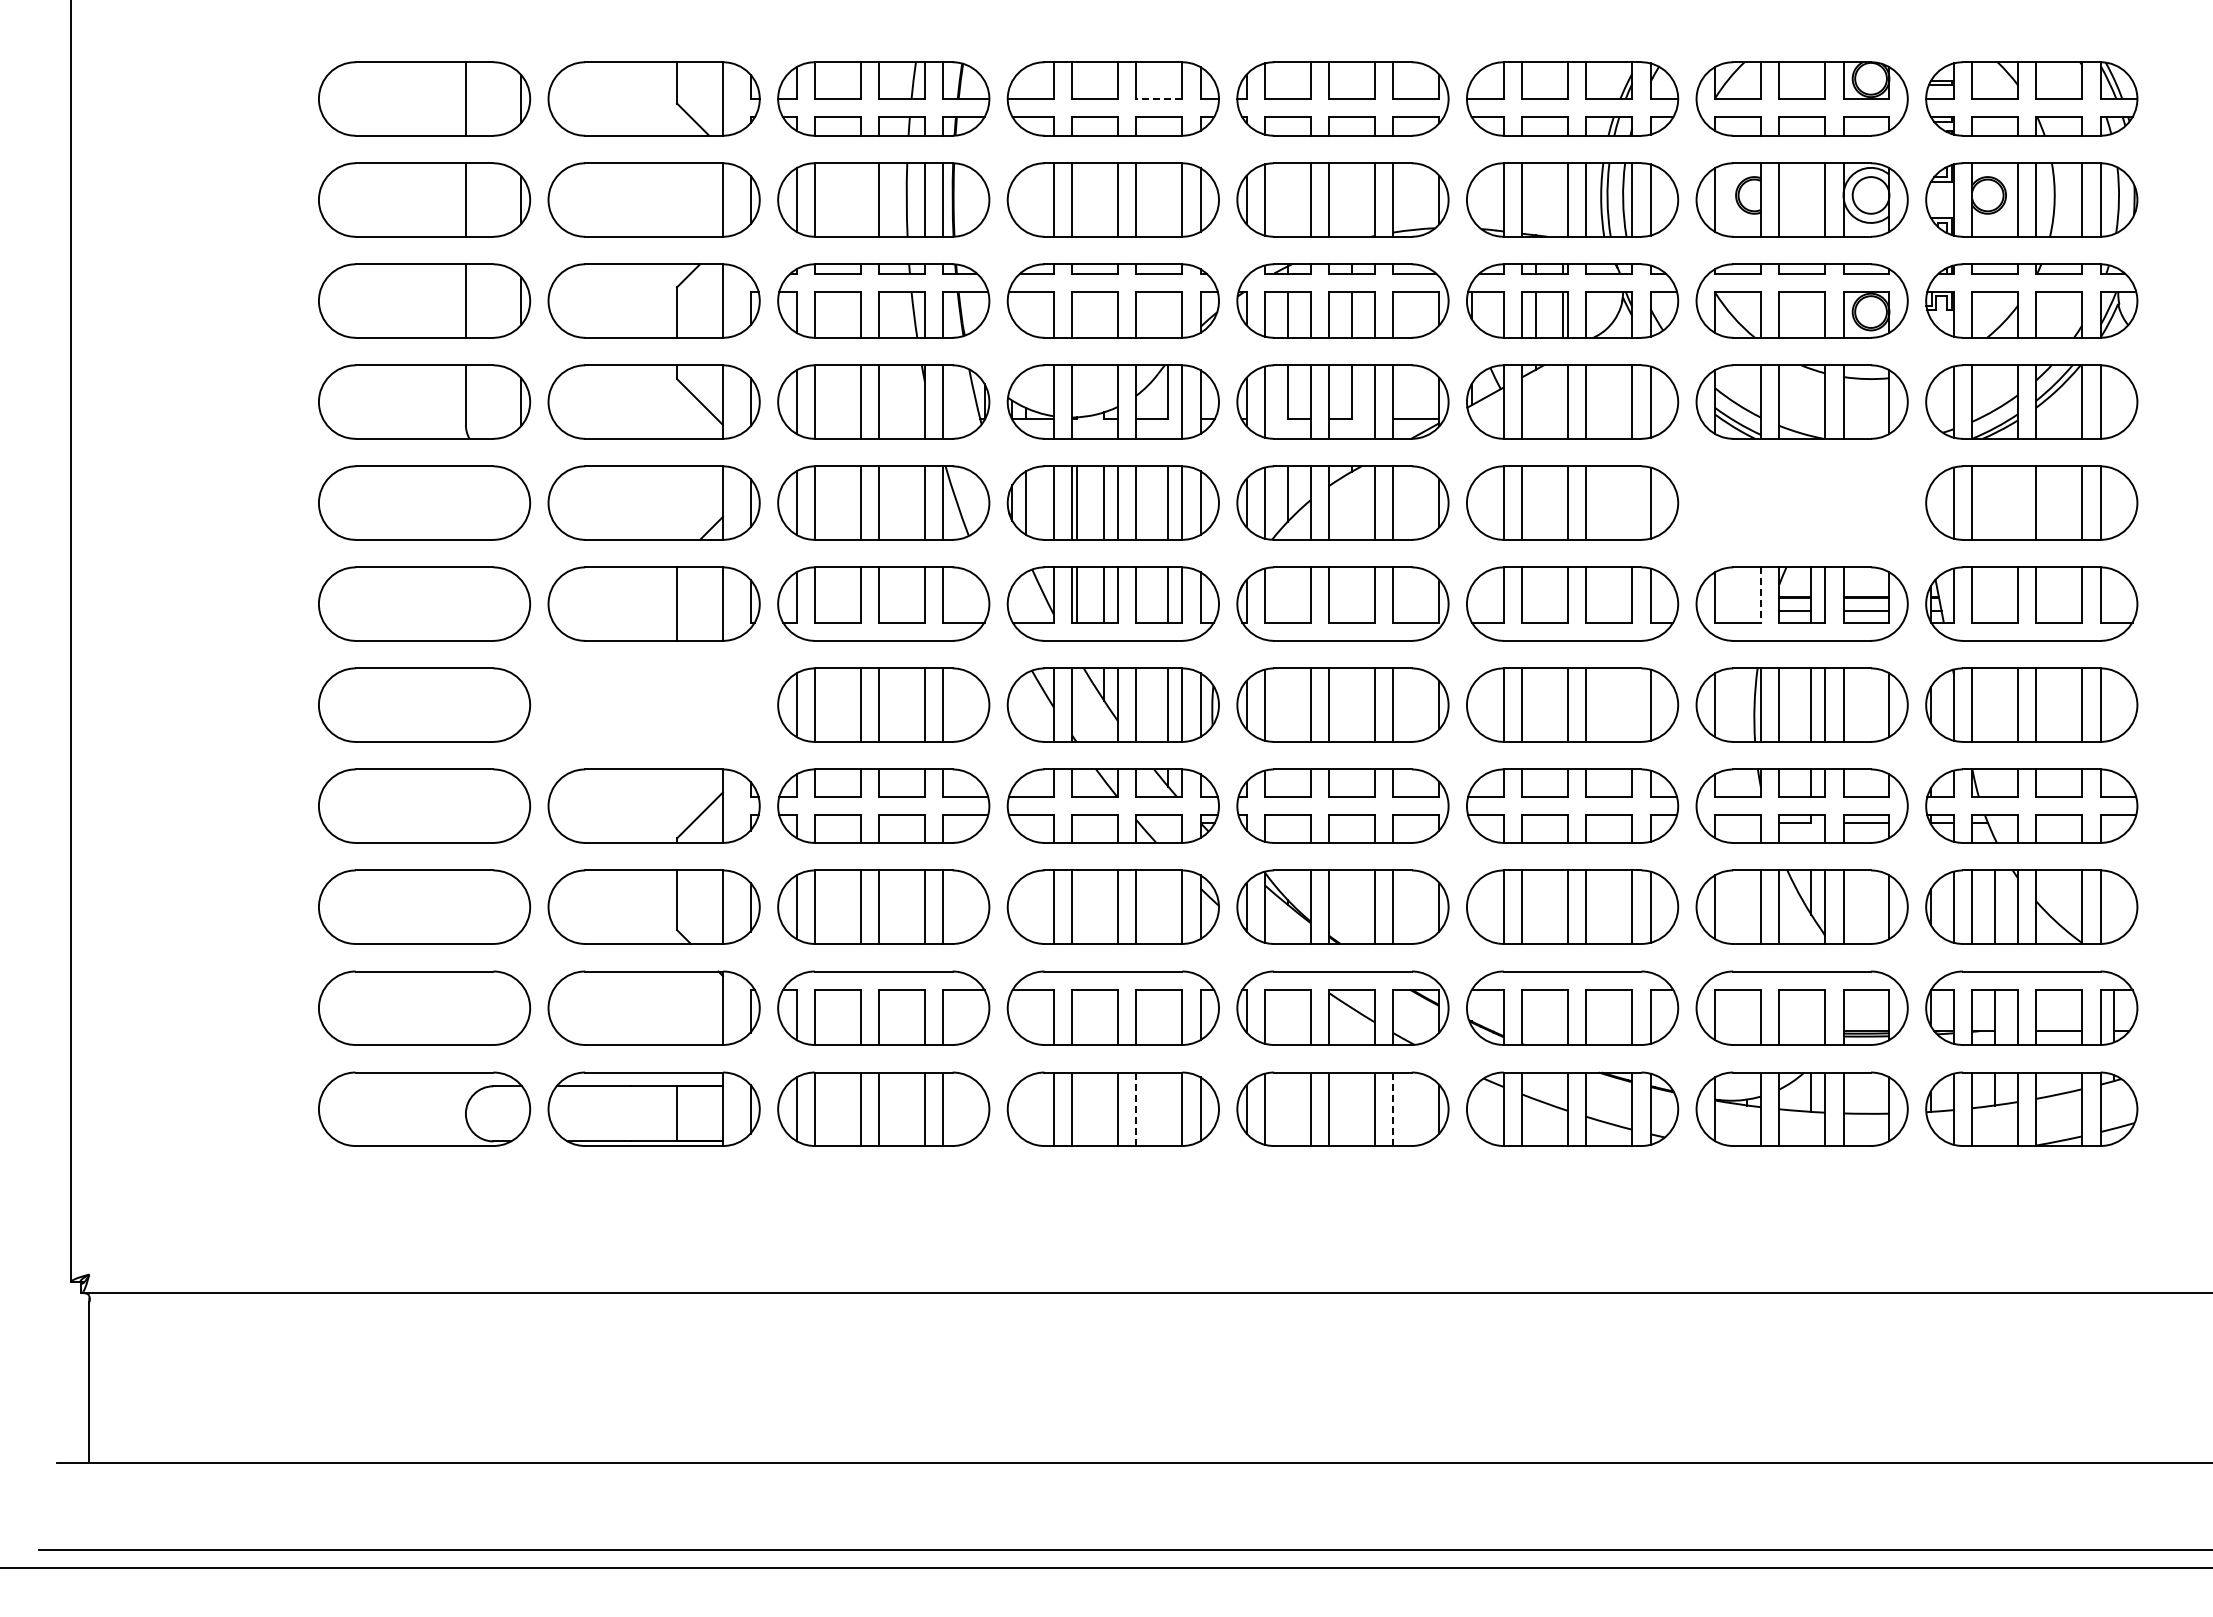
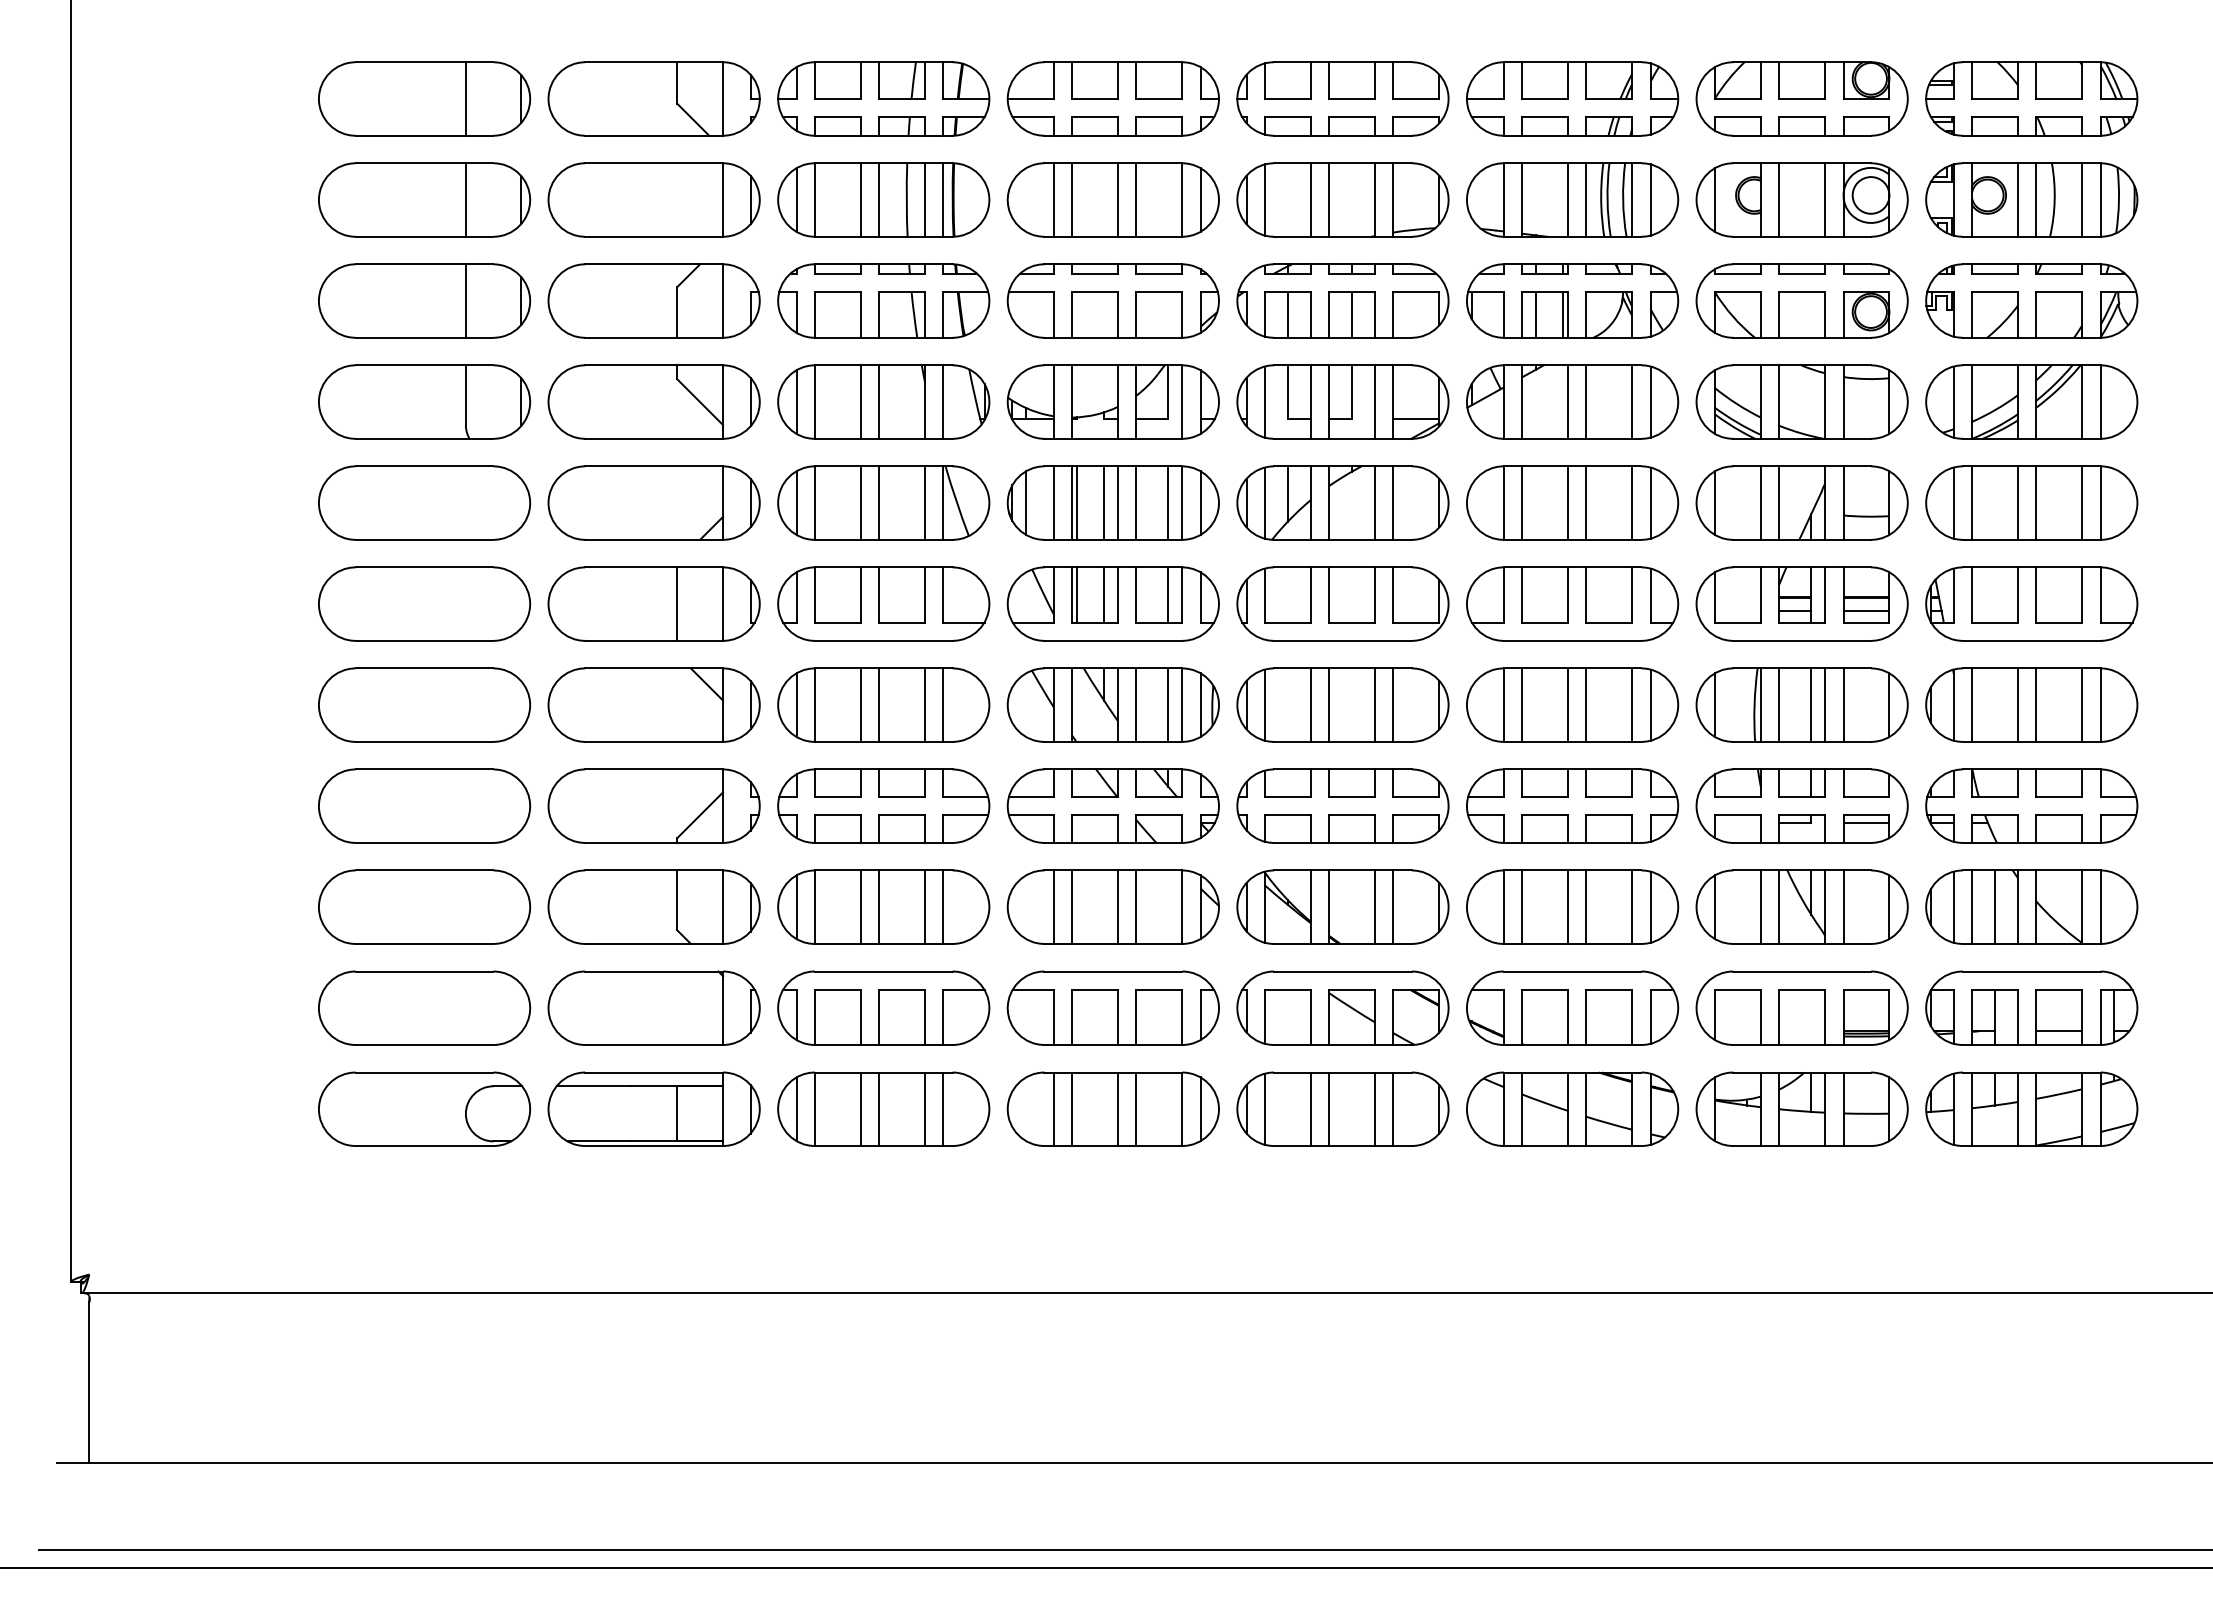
line at (1159, 99): dashed -> solid
line at (860, 199): none -> present
line at (1632, 502): none -> present
part at (1801, 502): none -> present
line at (2018, 502): none -> present
line at (1760, 594): dashed -> solid
part at (653, 704): none -> present
line at (1632, 704): none -> present
line at (1136, 1109): dashed -> solid
line at (1393, 1109): dashed -> solid
